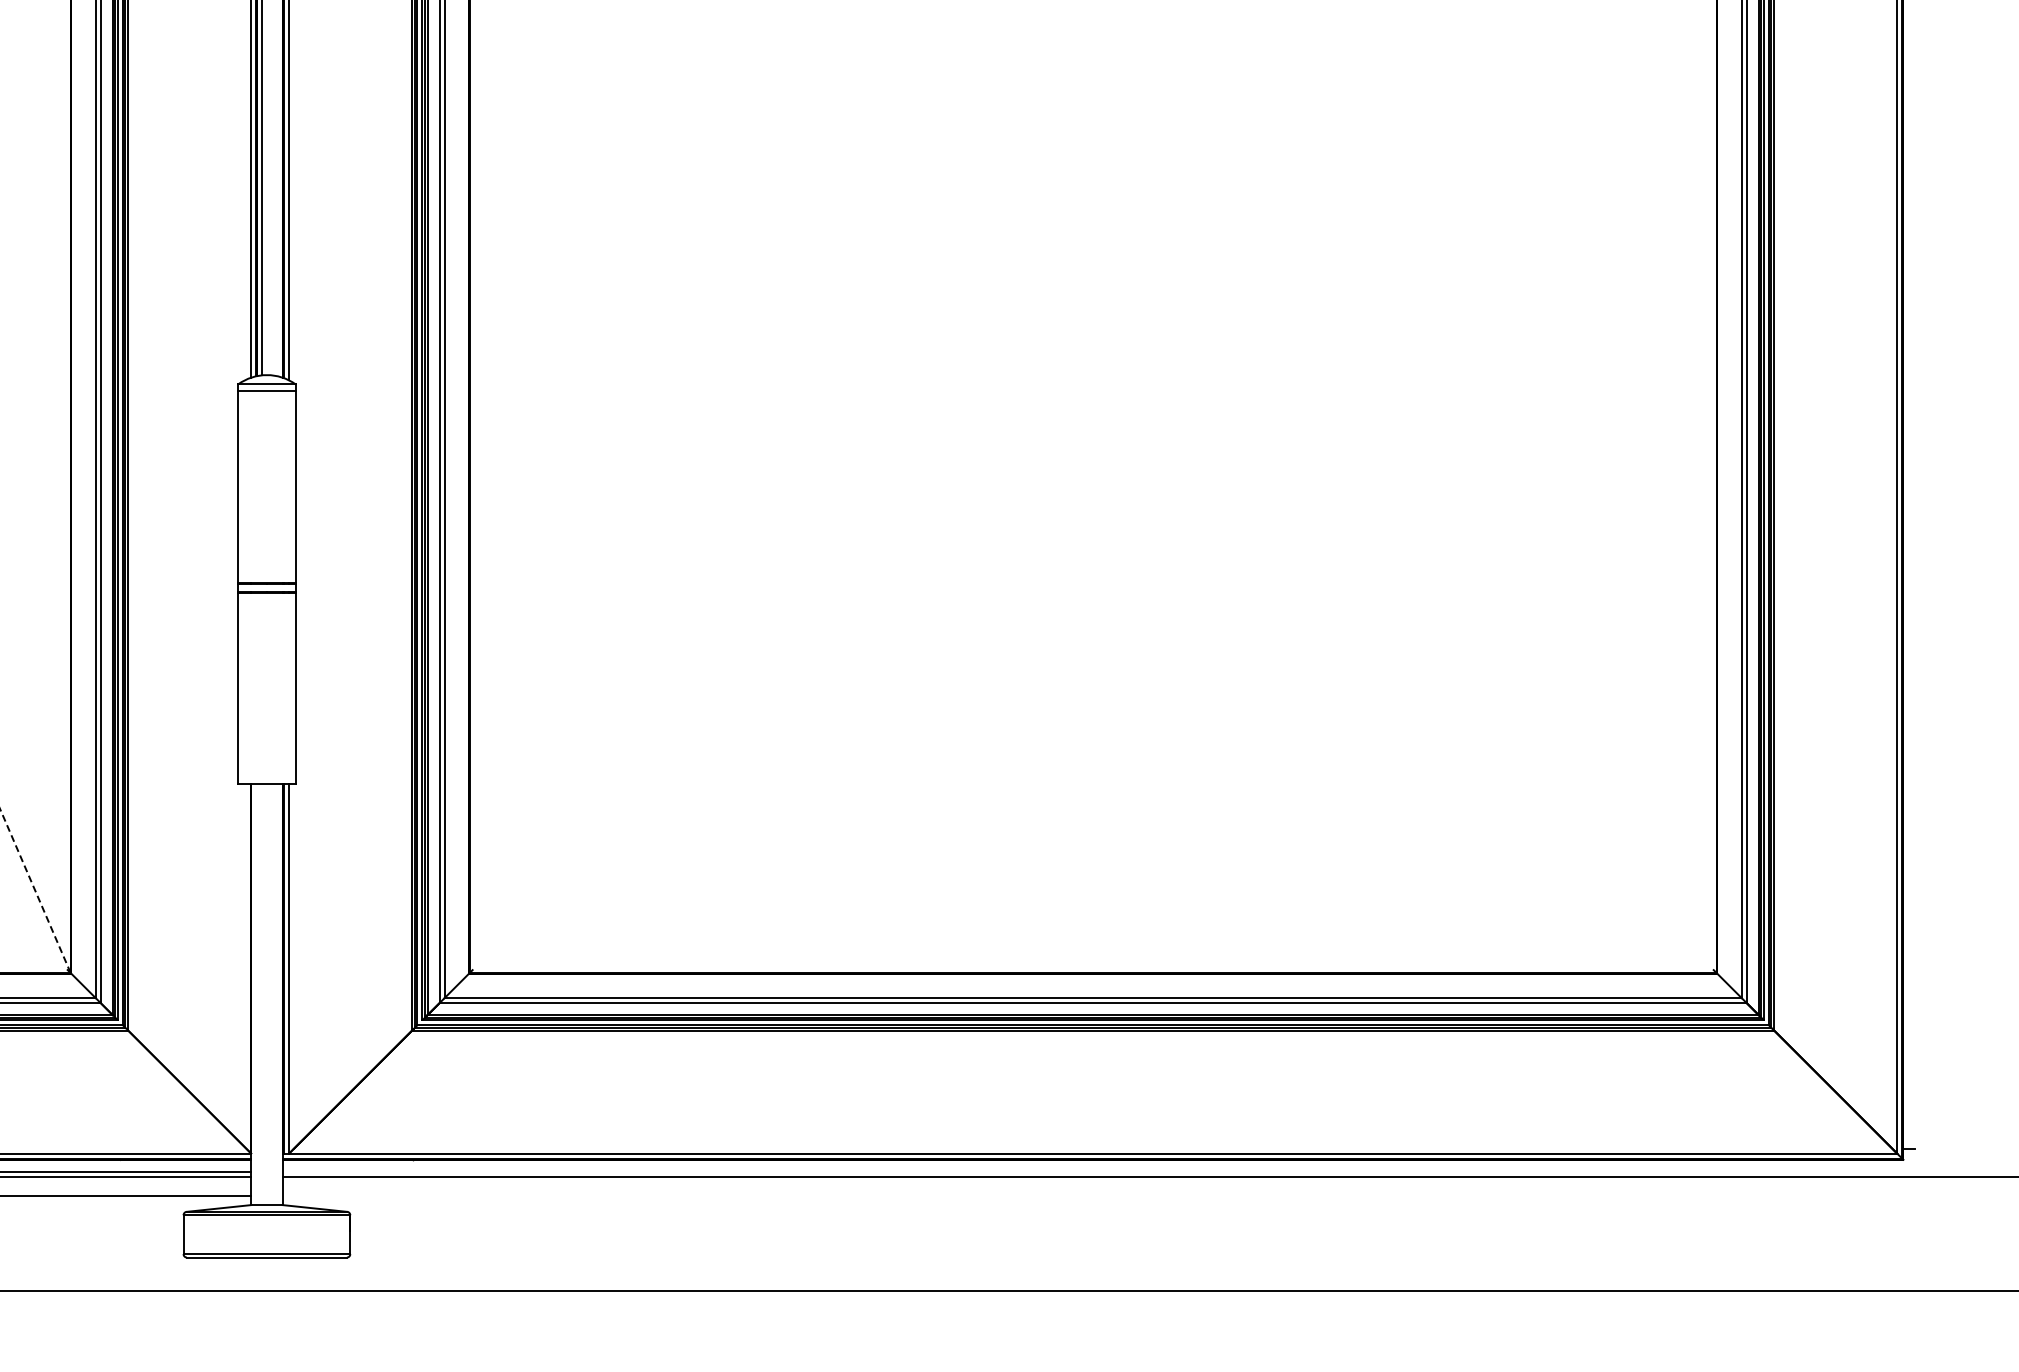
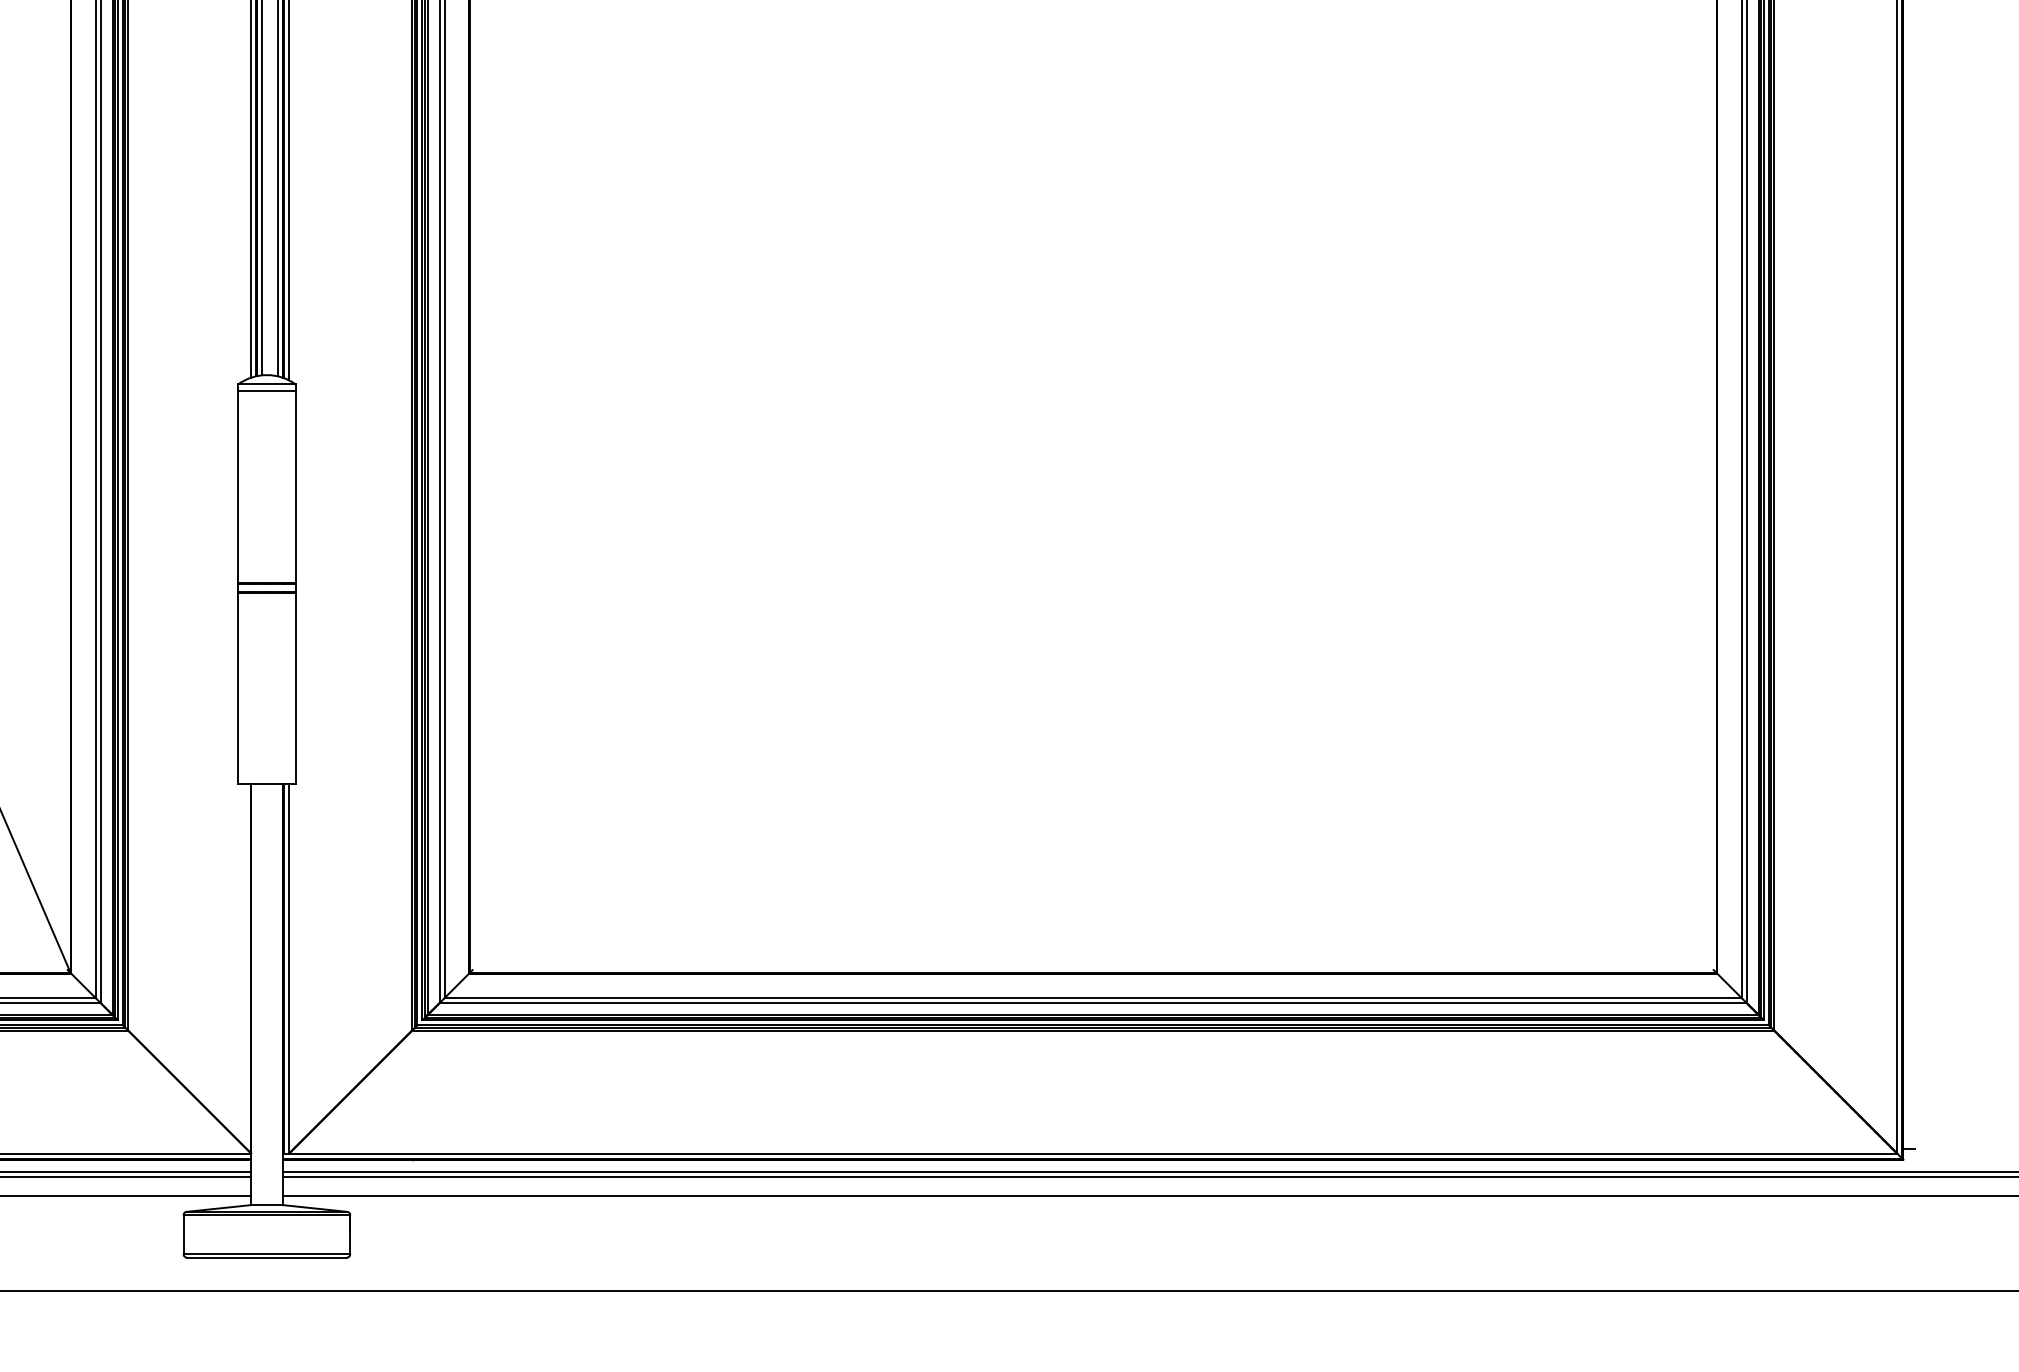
line at (278, 189): none -> present
line at (35, 891): dashed -> solid
line at (1148, 1171): none -> present
line at (1148, 1195): none -> present
